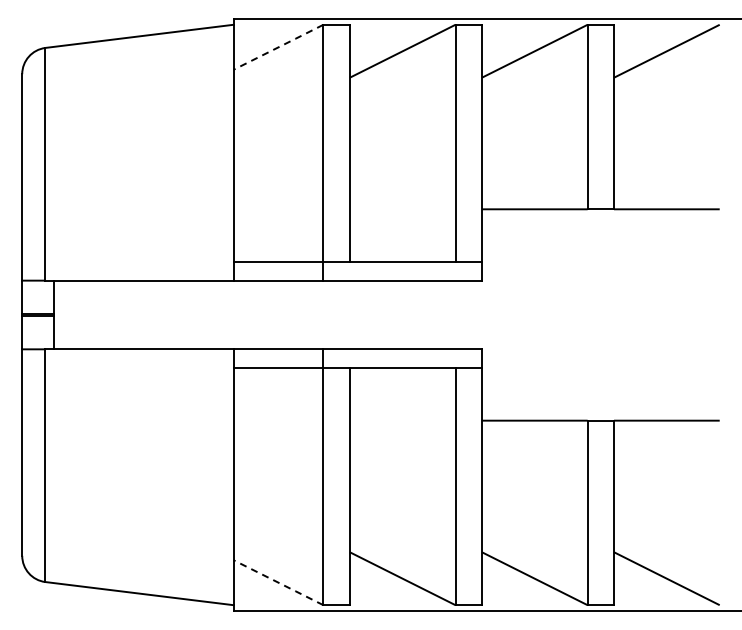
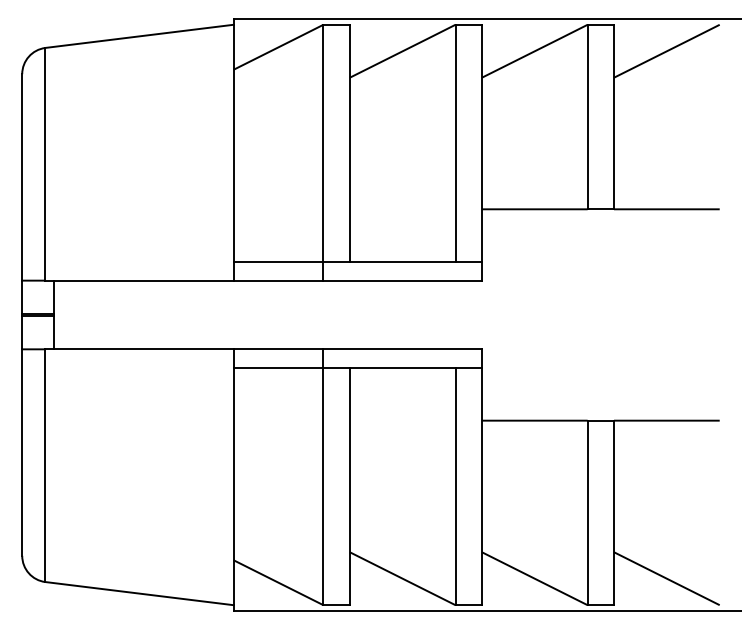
line at (278, 47): dashed -> solid
line at (278, 582): dashed -> solid
